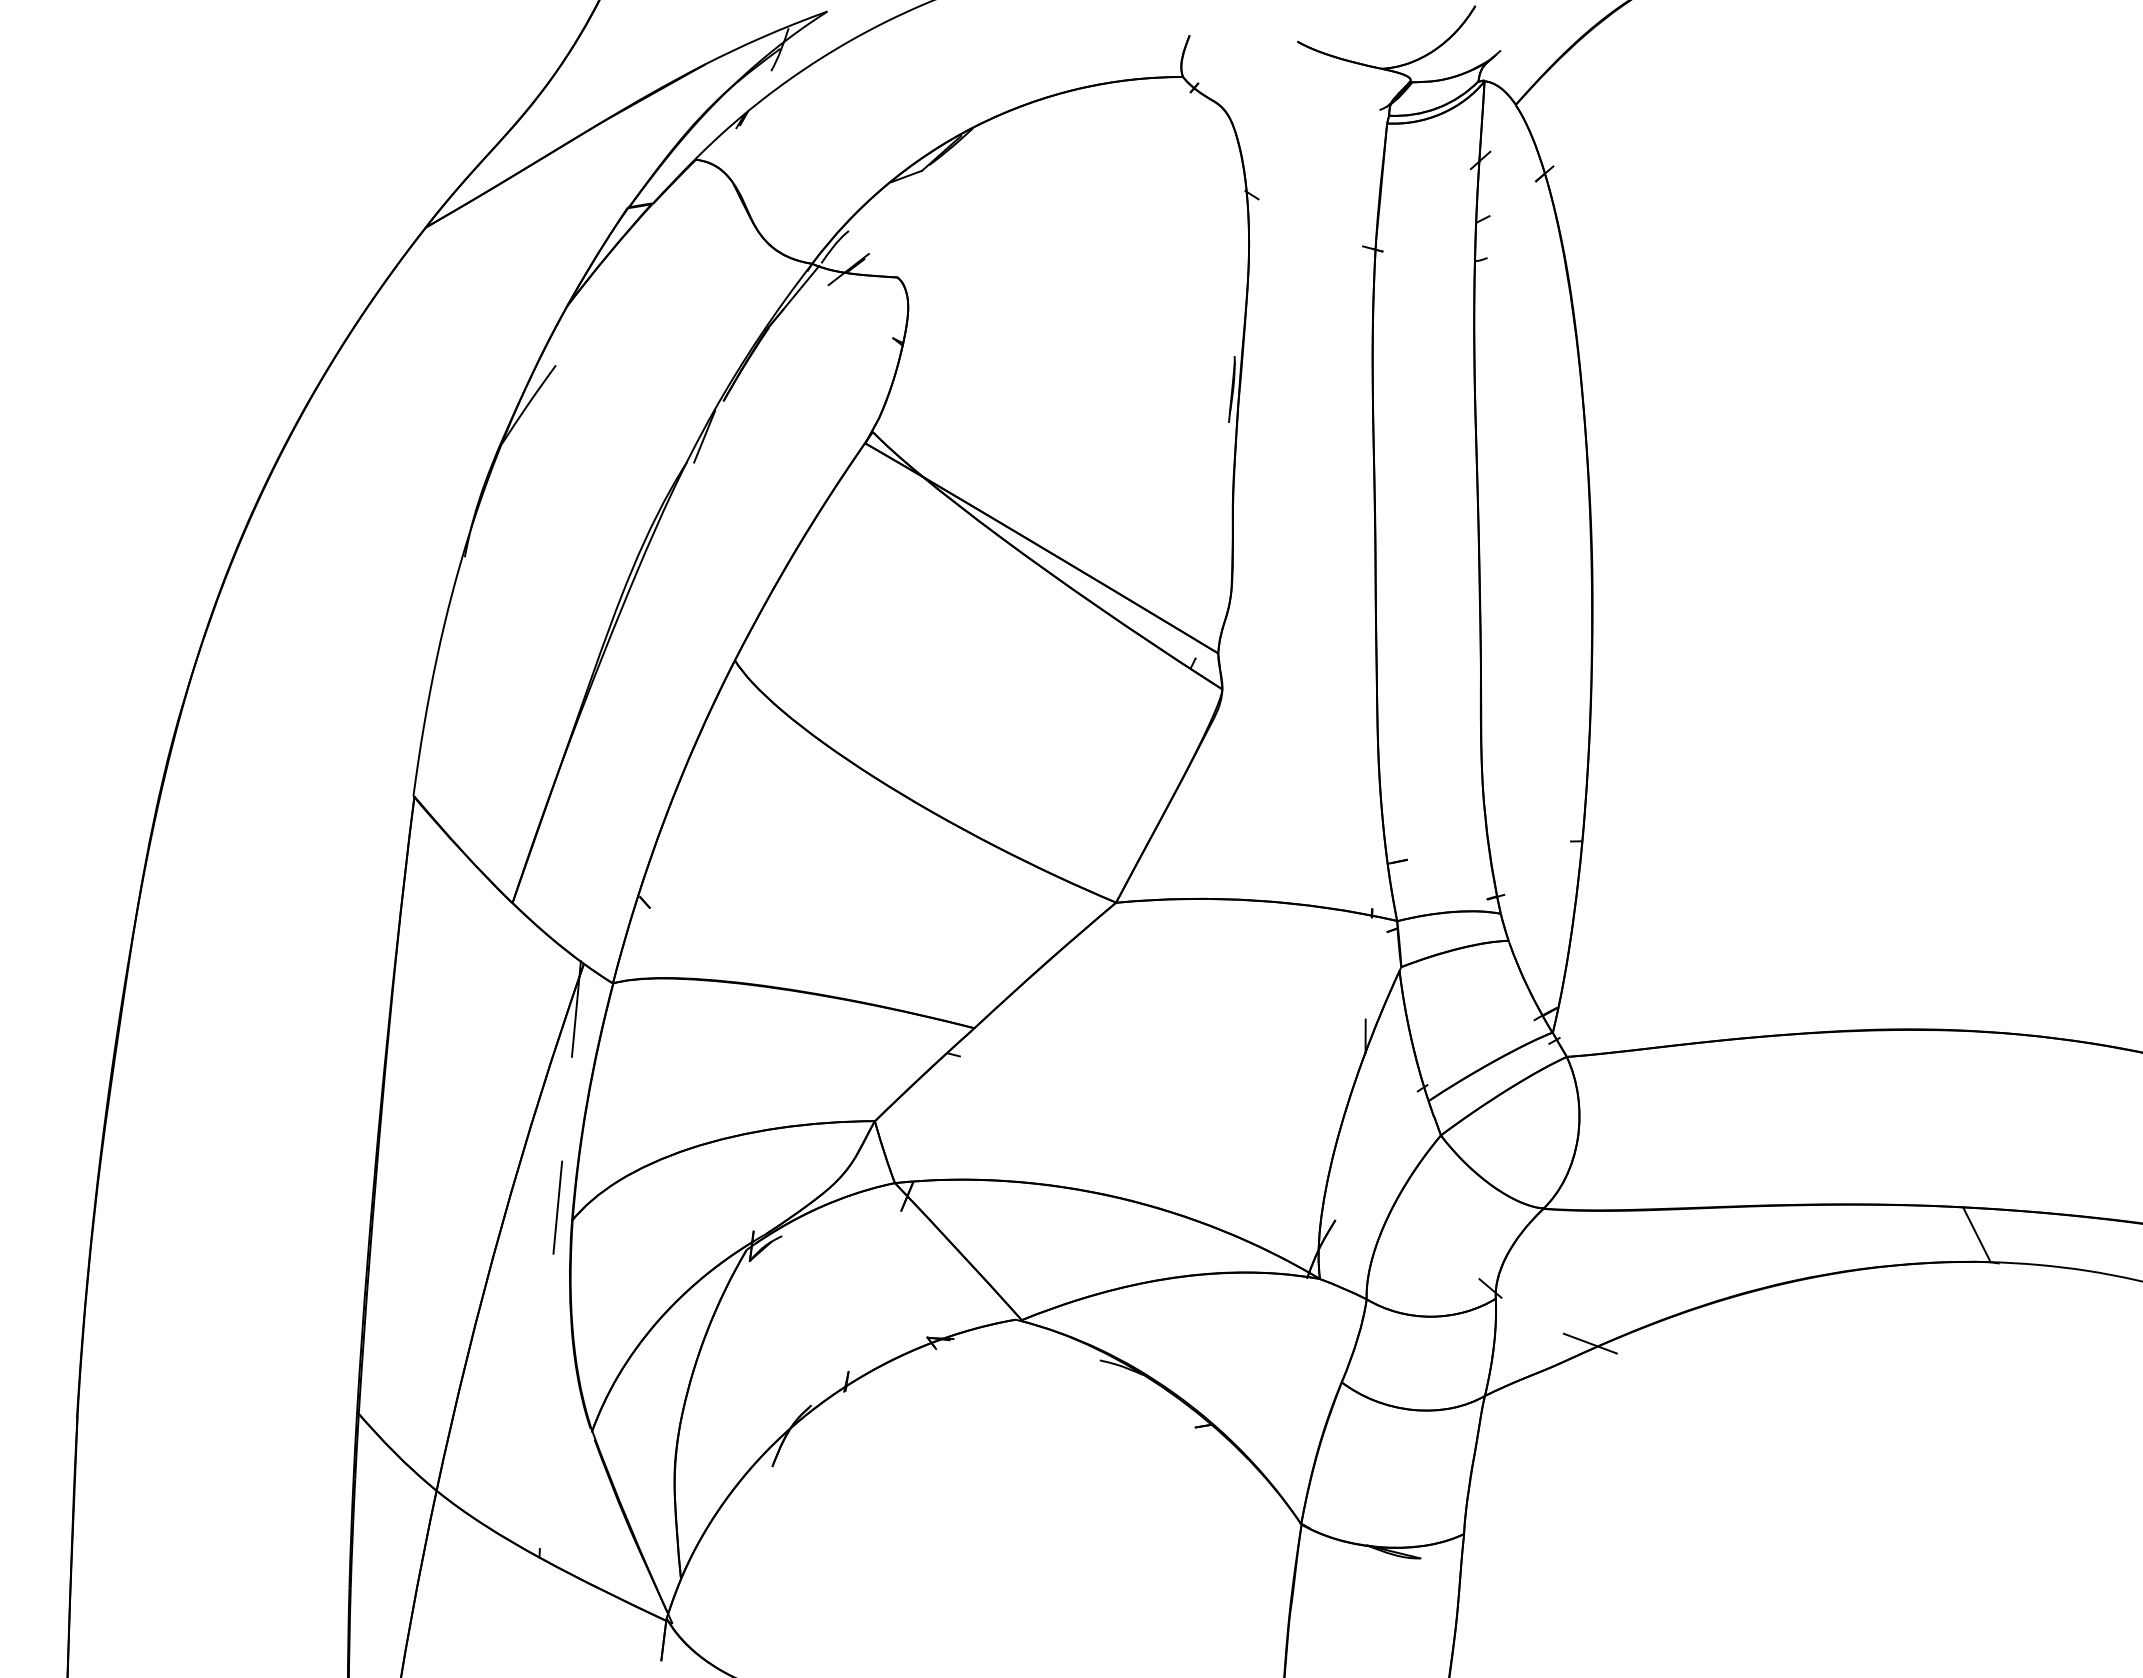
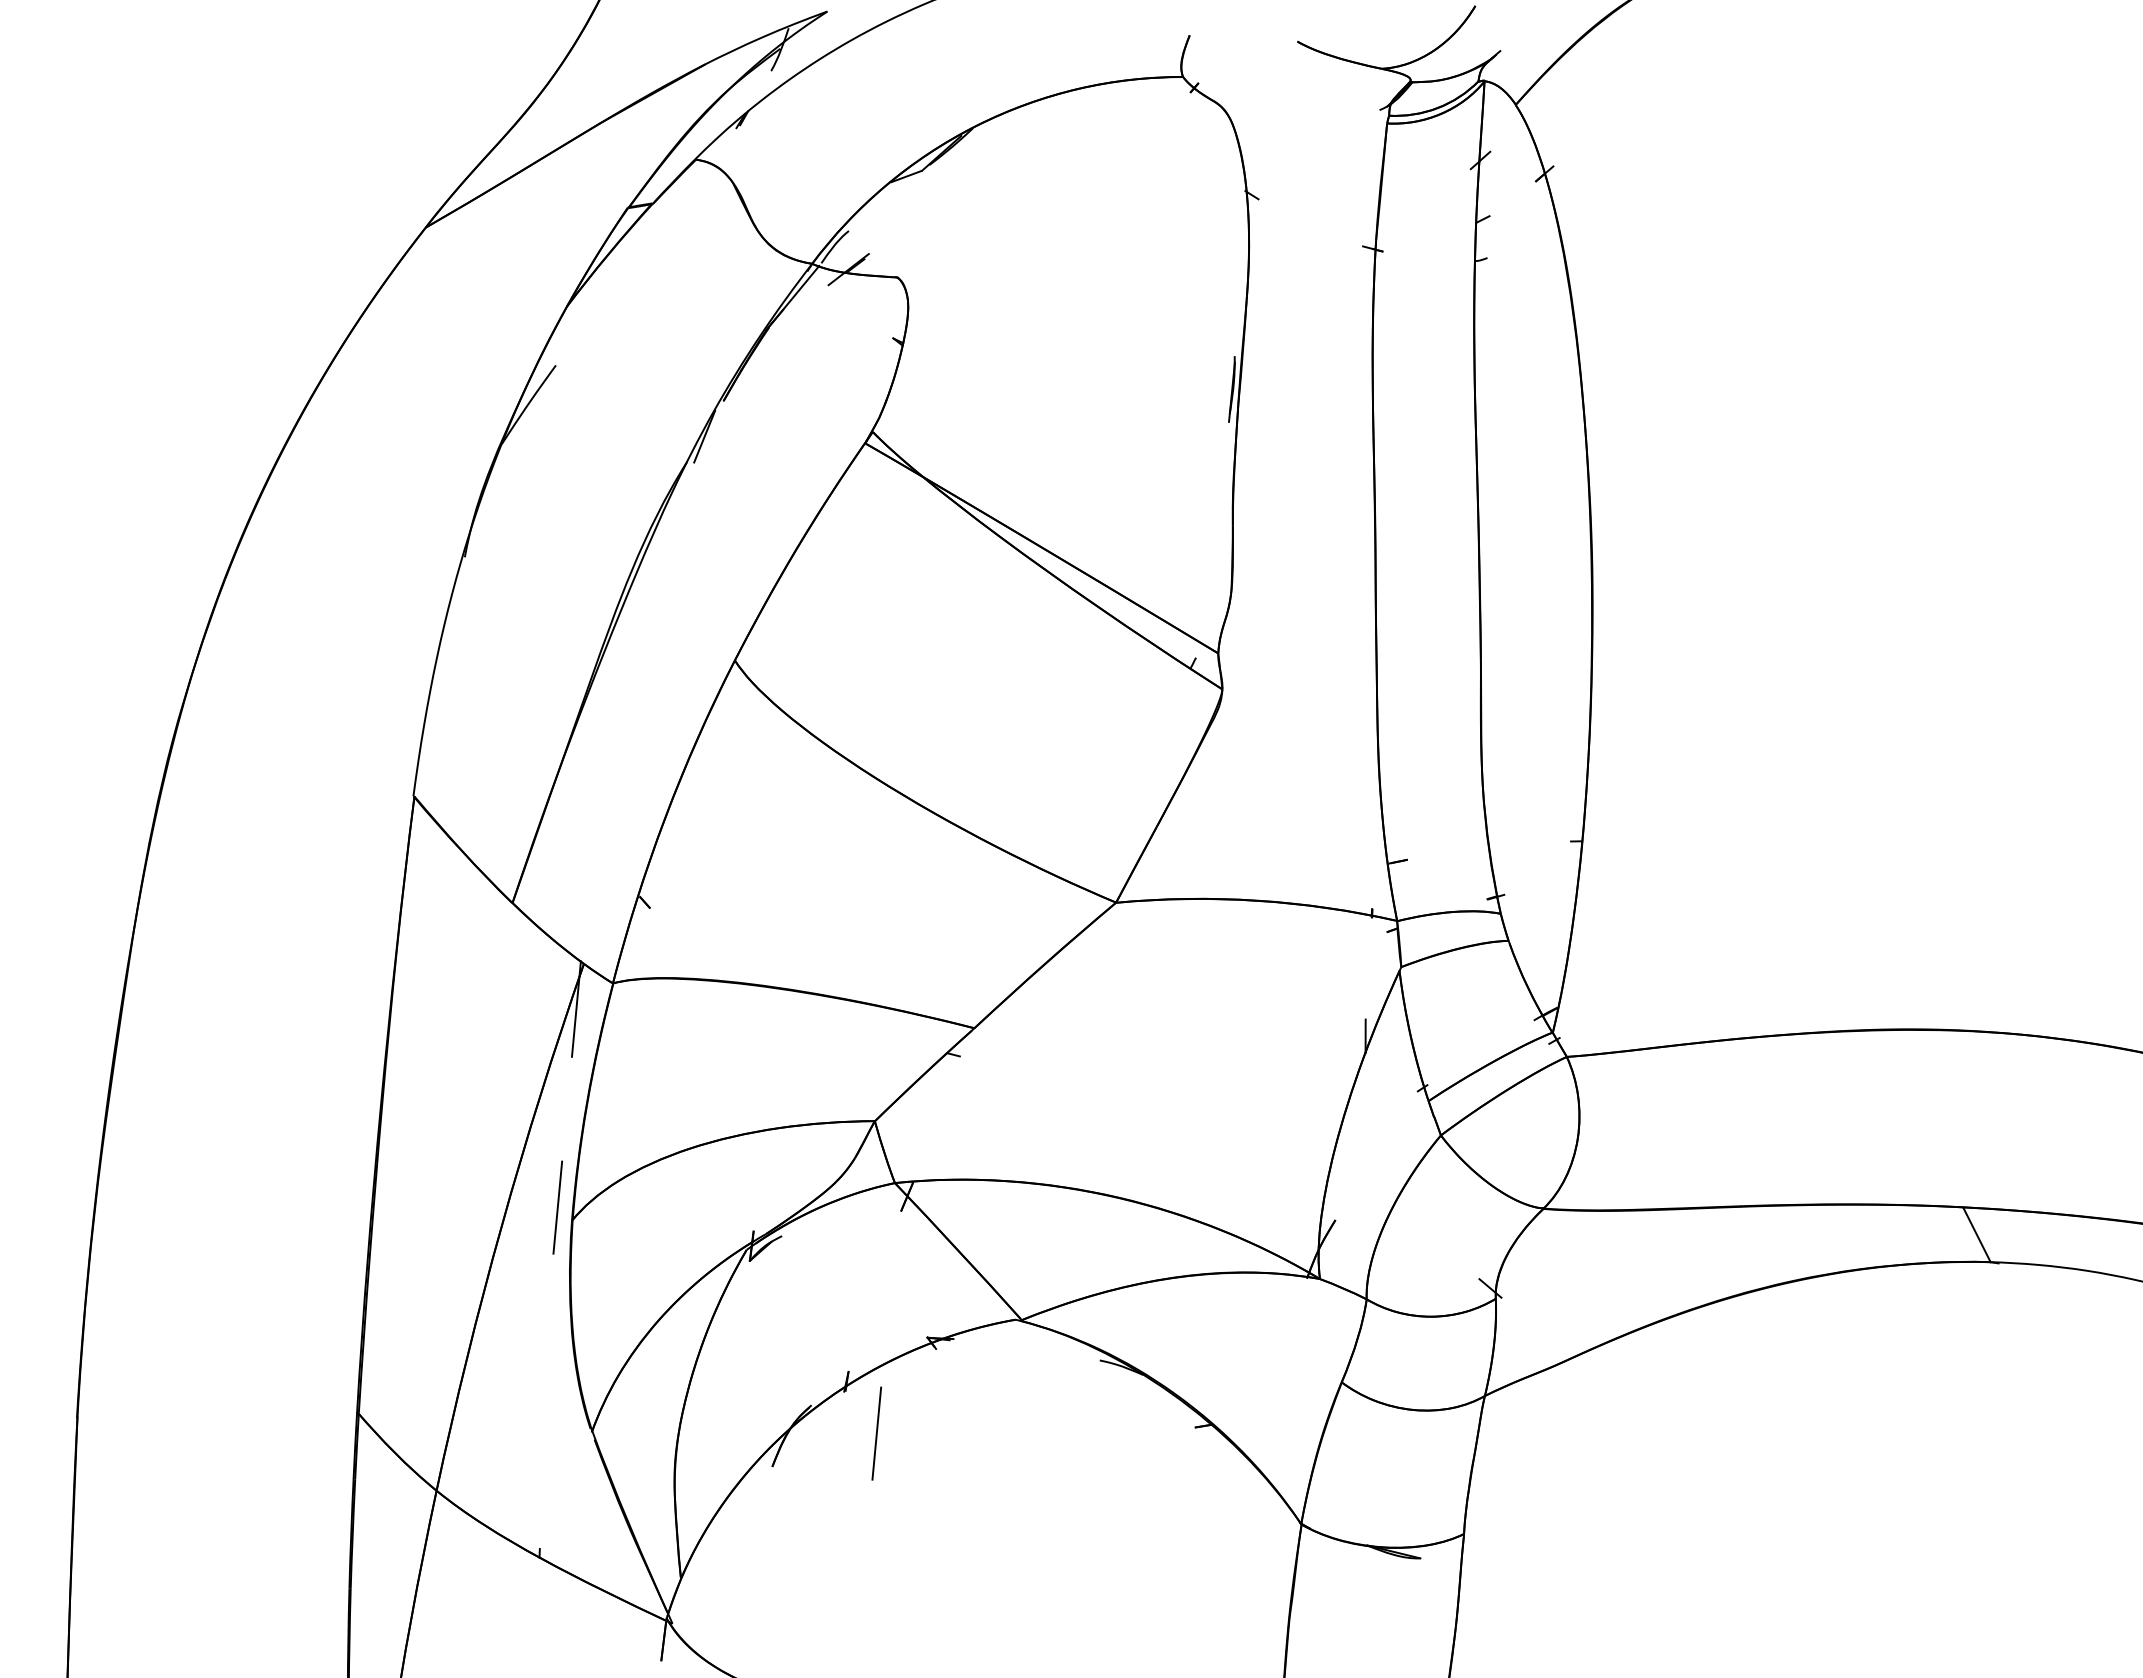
line at (1589, 1343): present -> none
line at (876, 1433): none -> present
